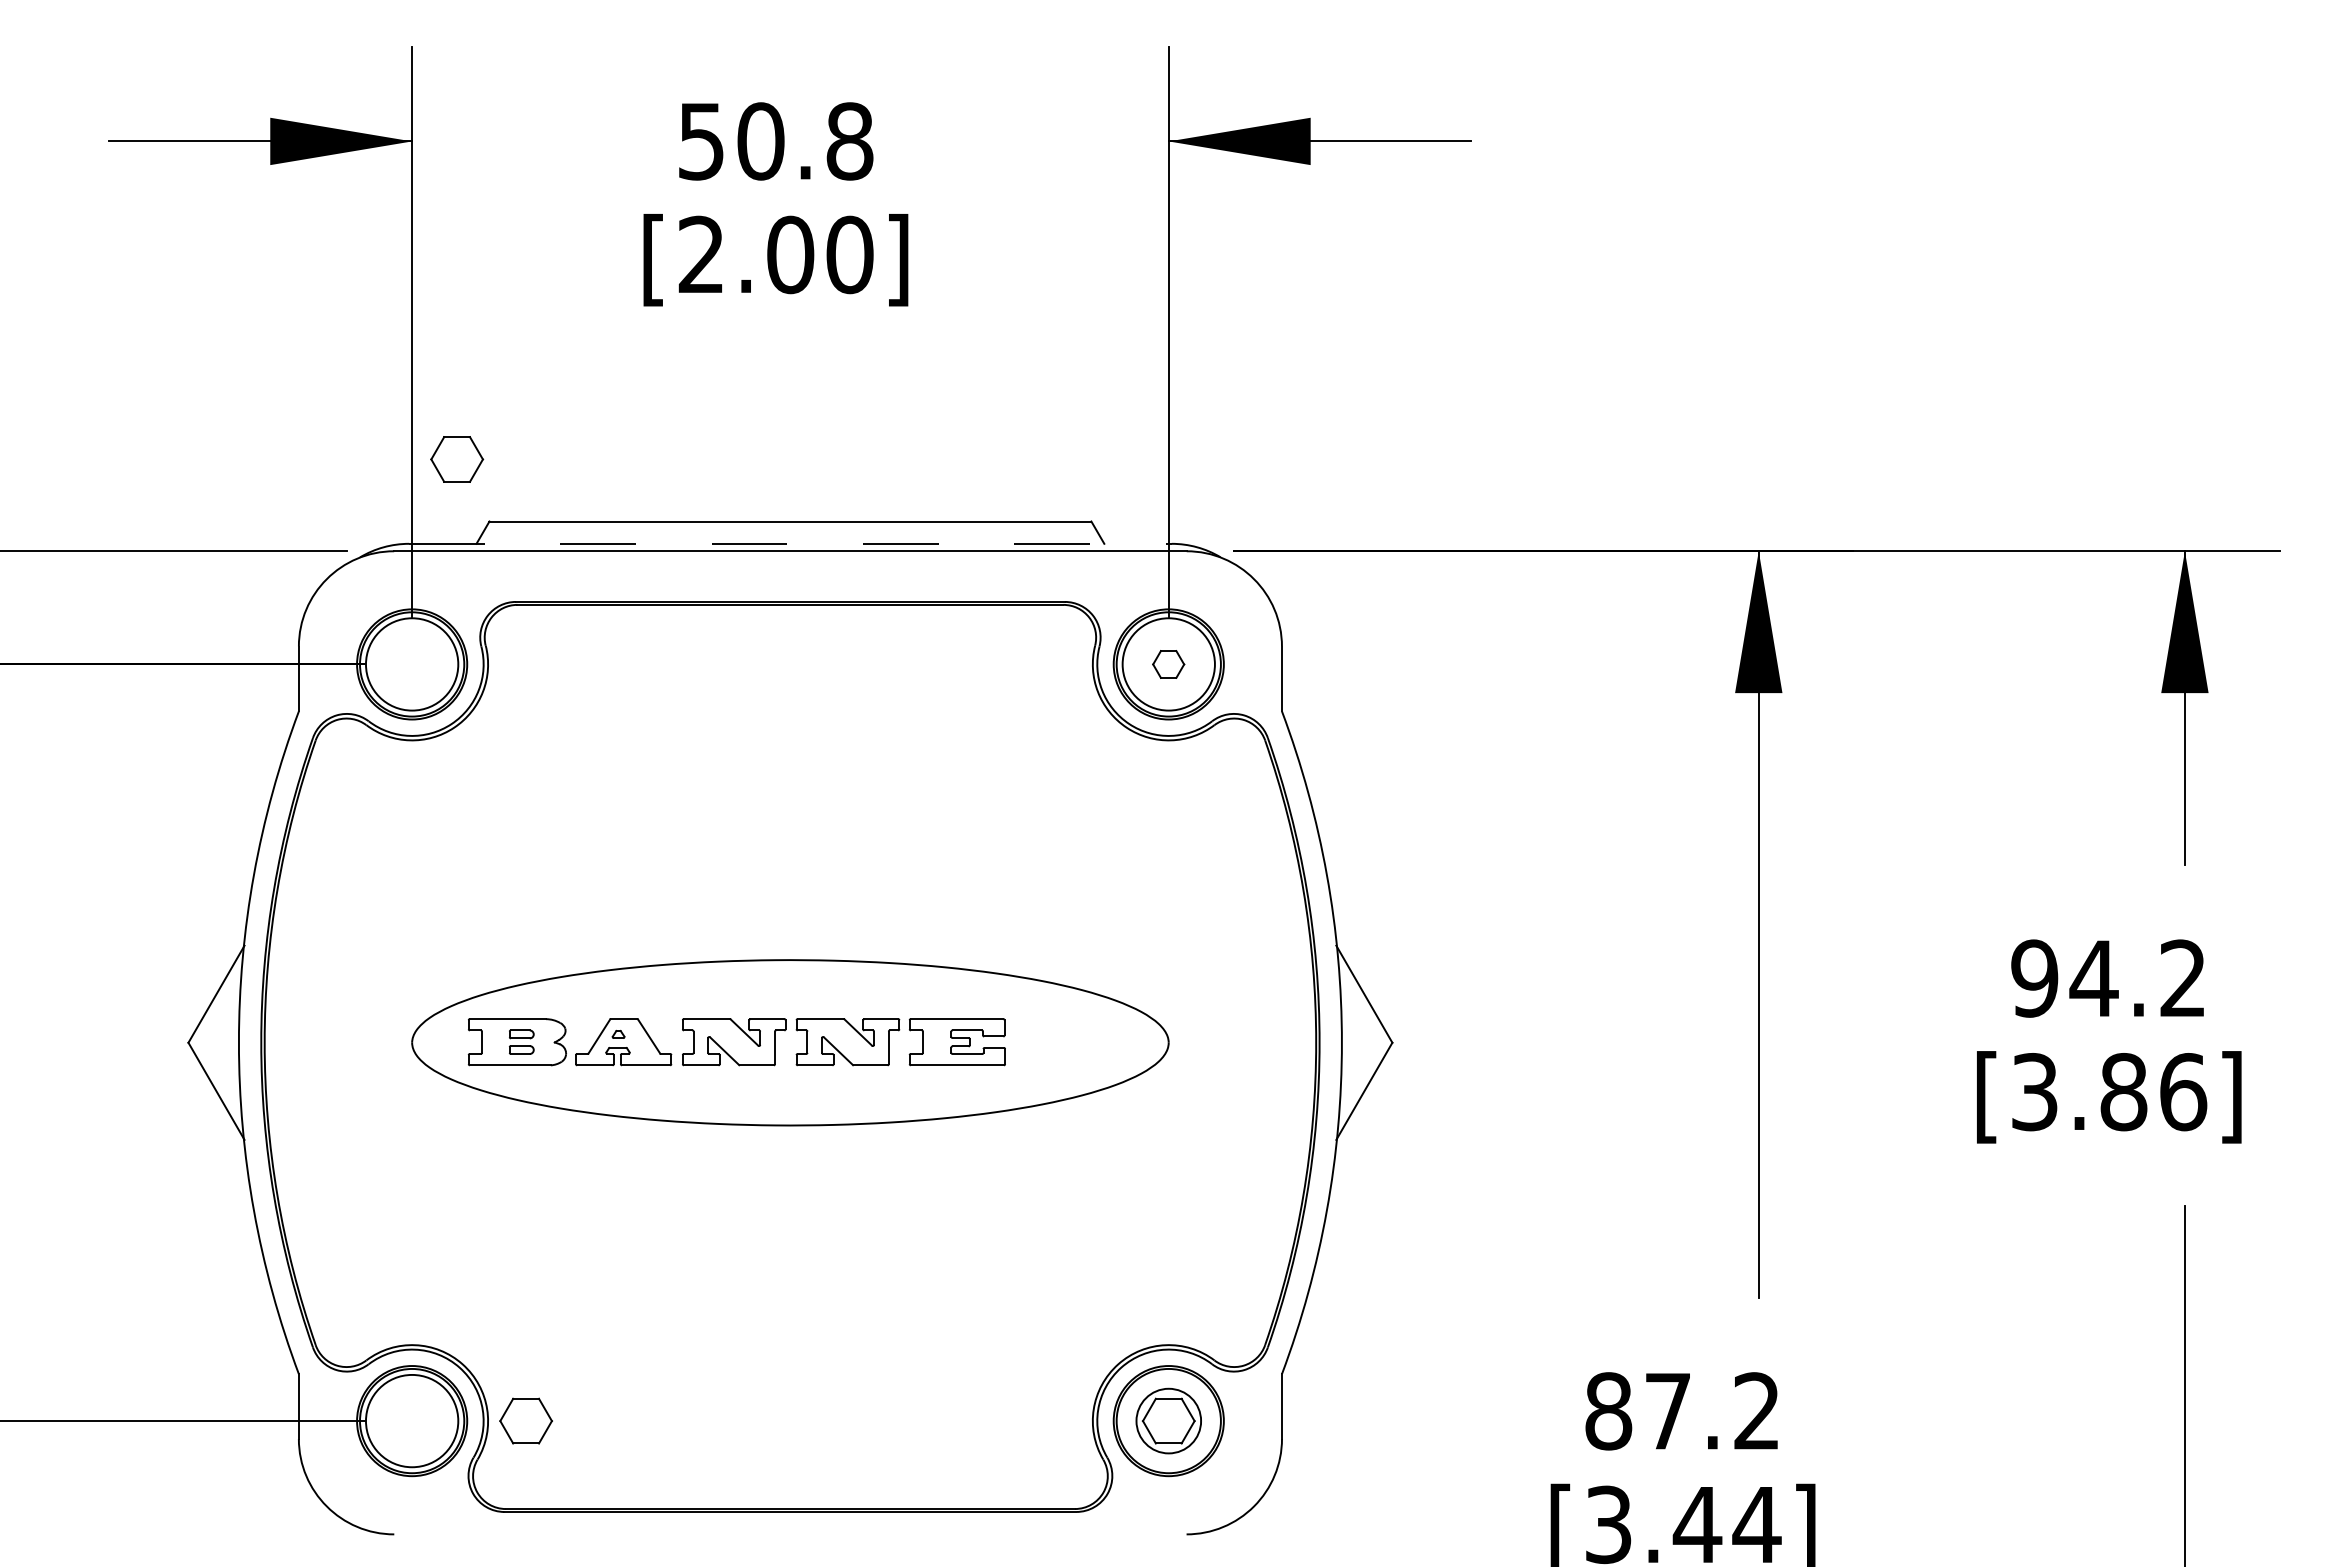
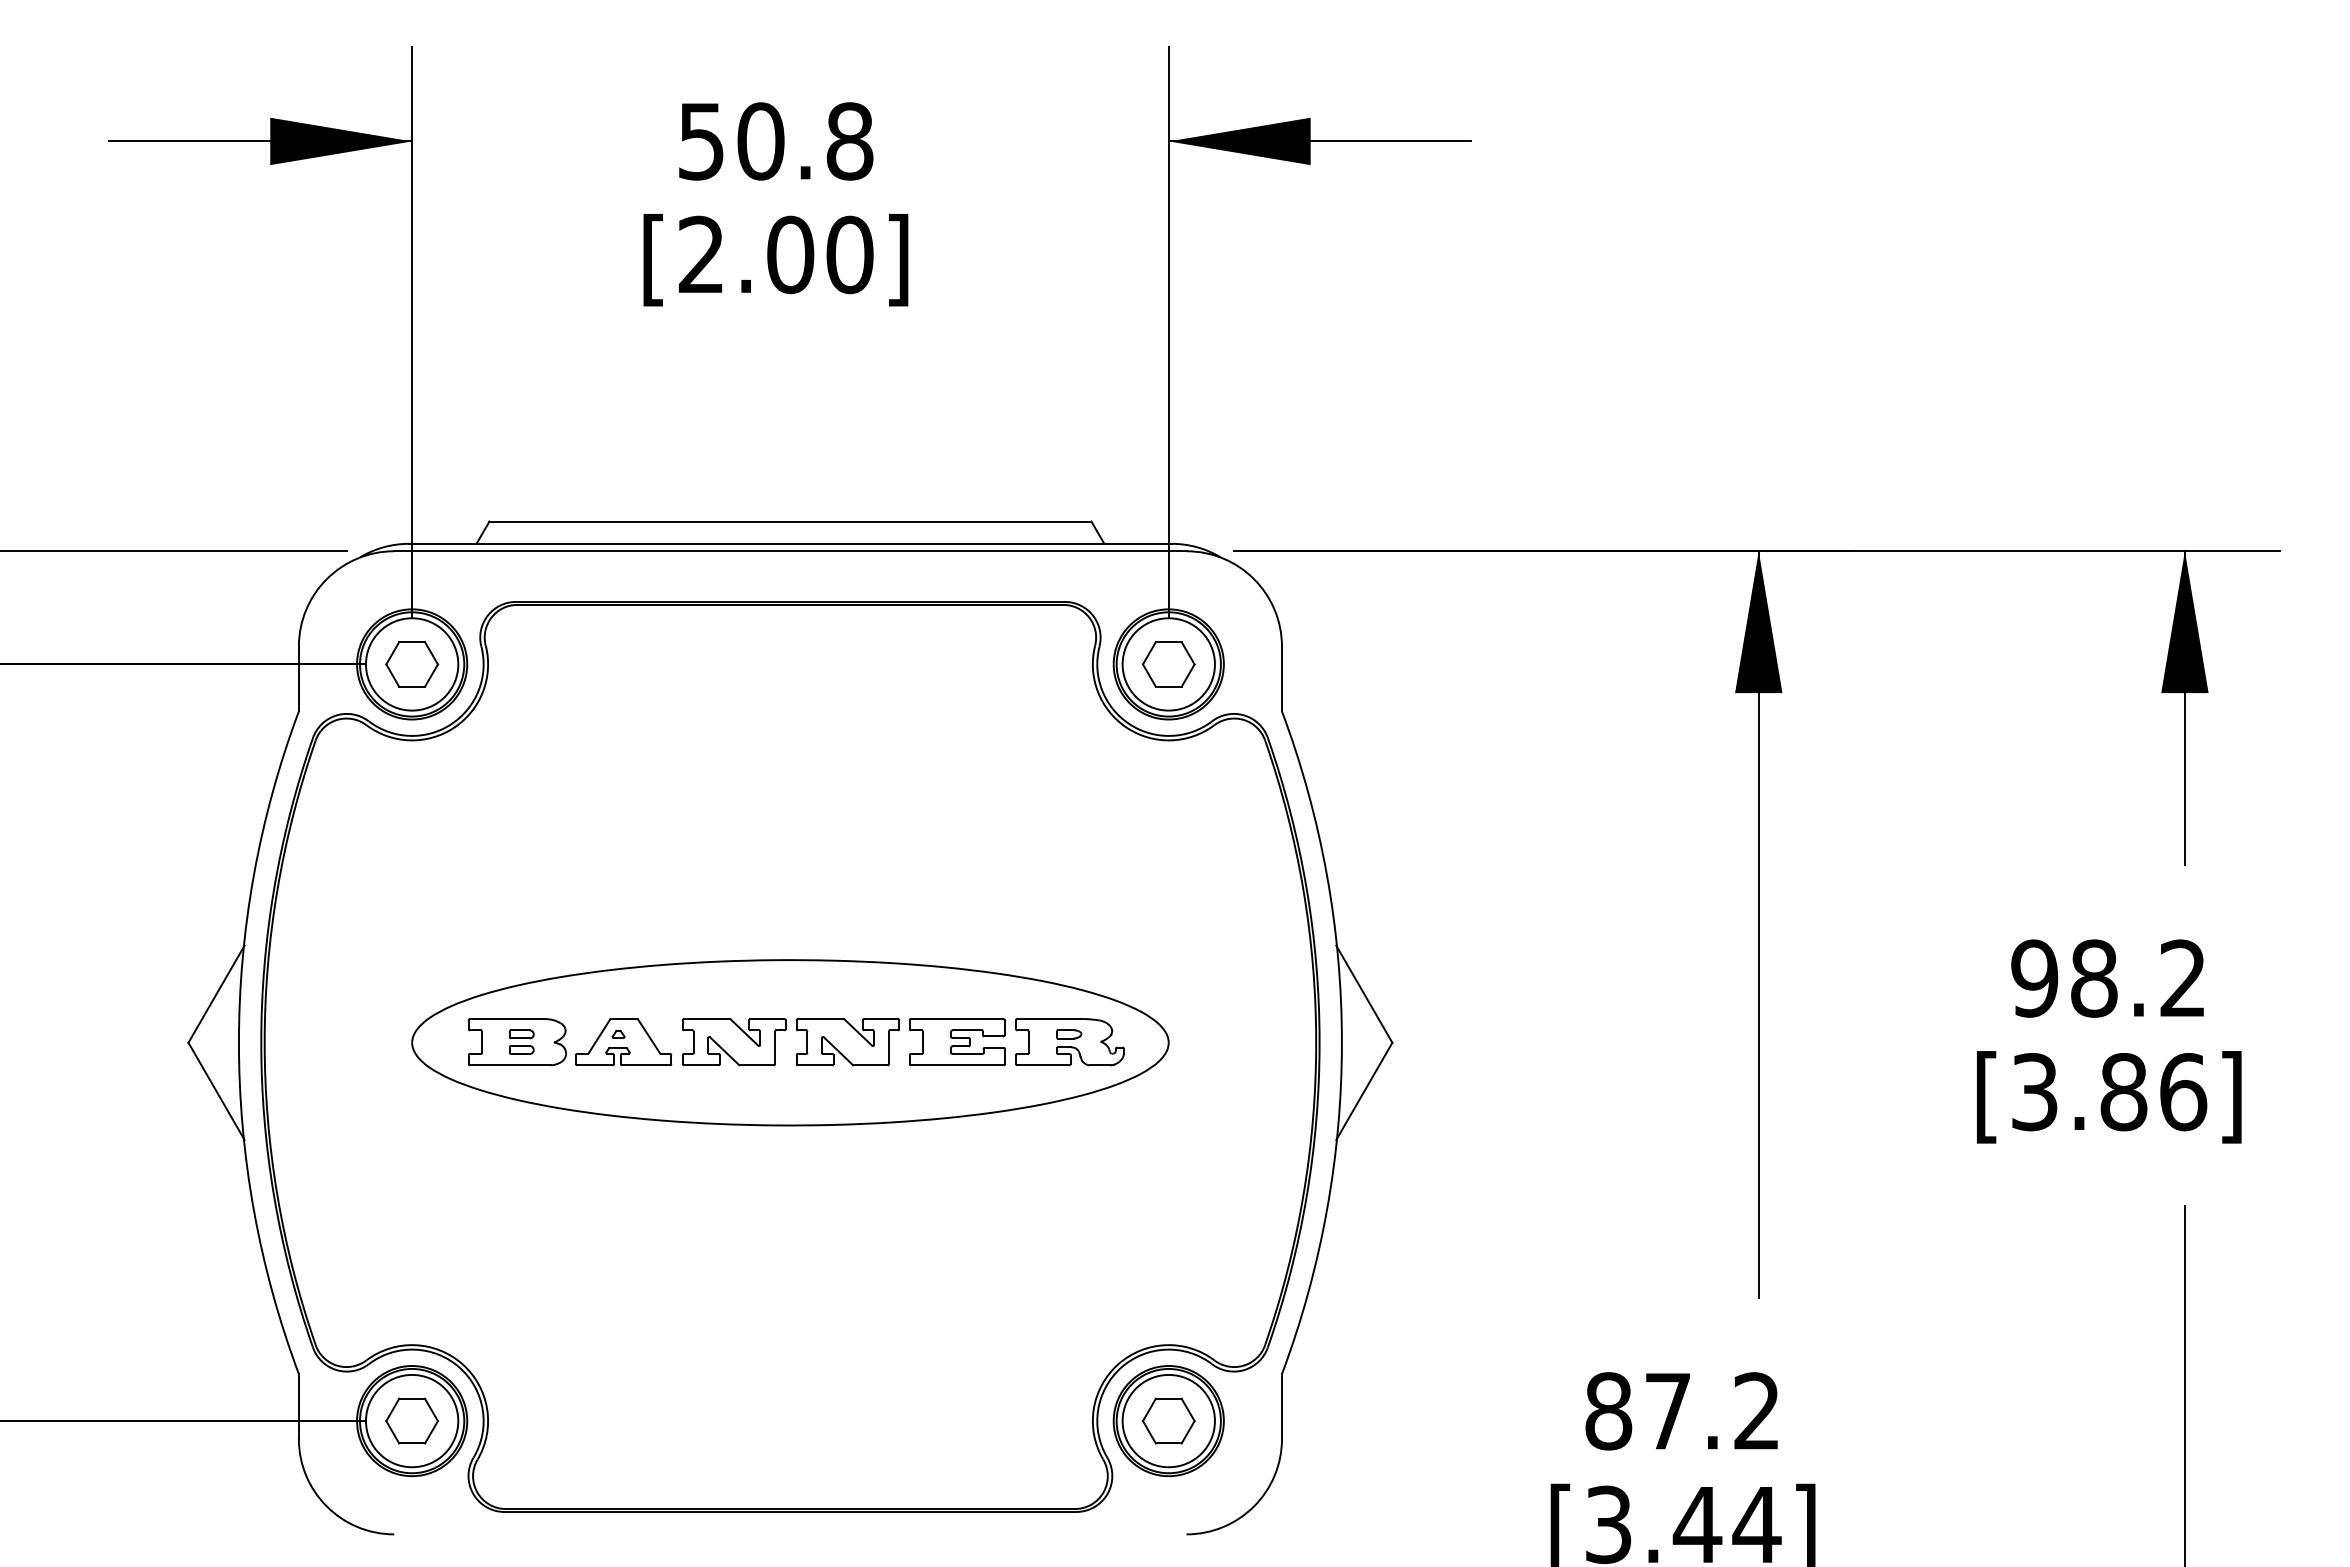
part at (457, 459) position: (457, 459) -> (412, 664)
line at (790, 543): dashed -> solid
part at (1168, 664) size: 34x29 px -> 55x47 px
text at (2093, 978): 94.2 -> 98.2
part at (1069, 1042): none -> present
part at (525, 1420) position: (525, 1420) -> (411, 1420)
circle at (1168, 1420) diameter: 65 px -> 92 px
